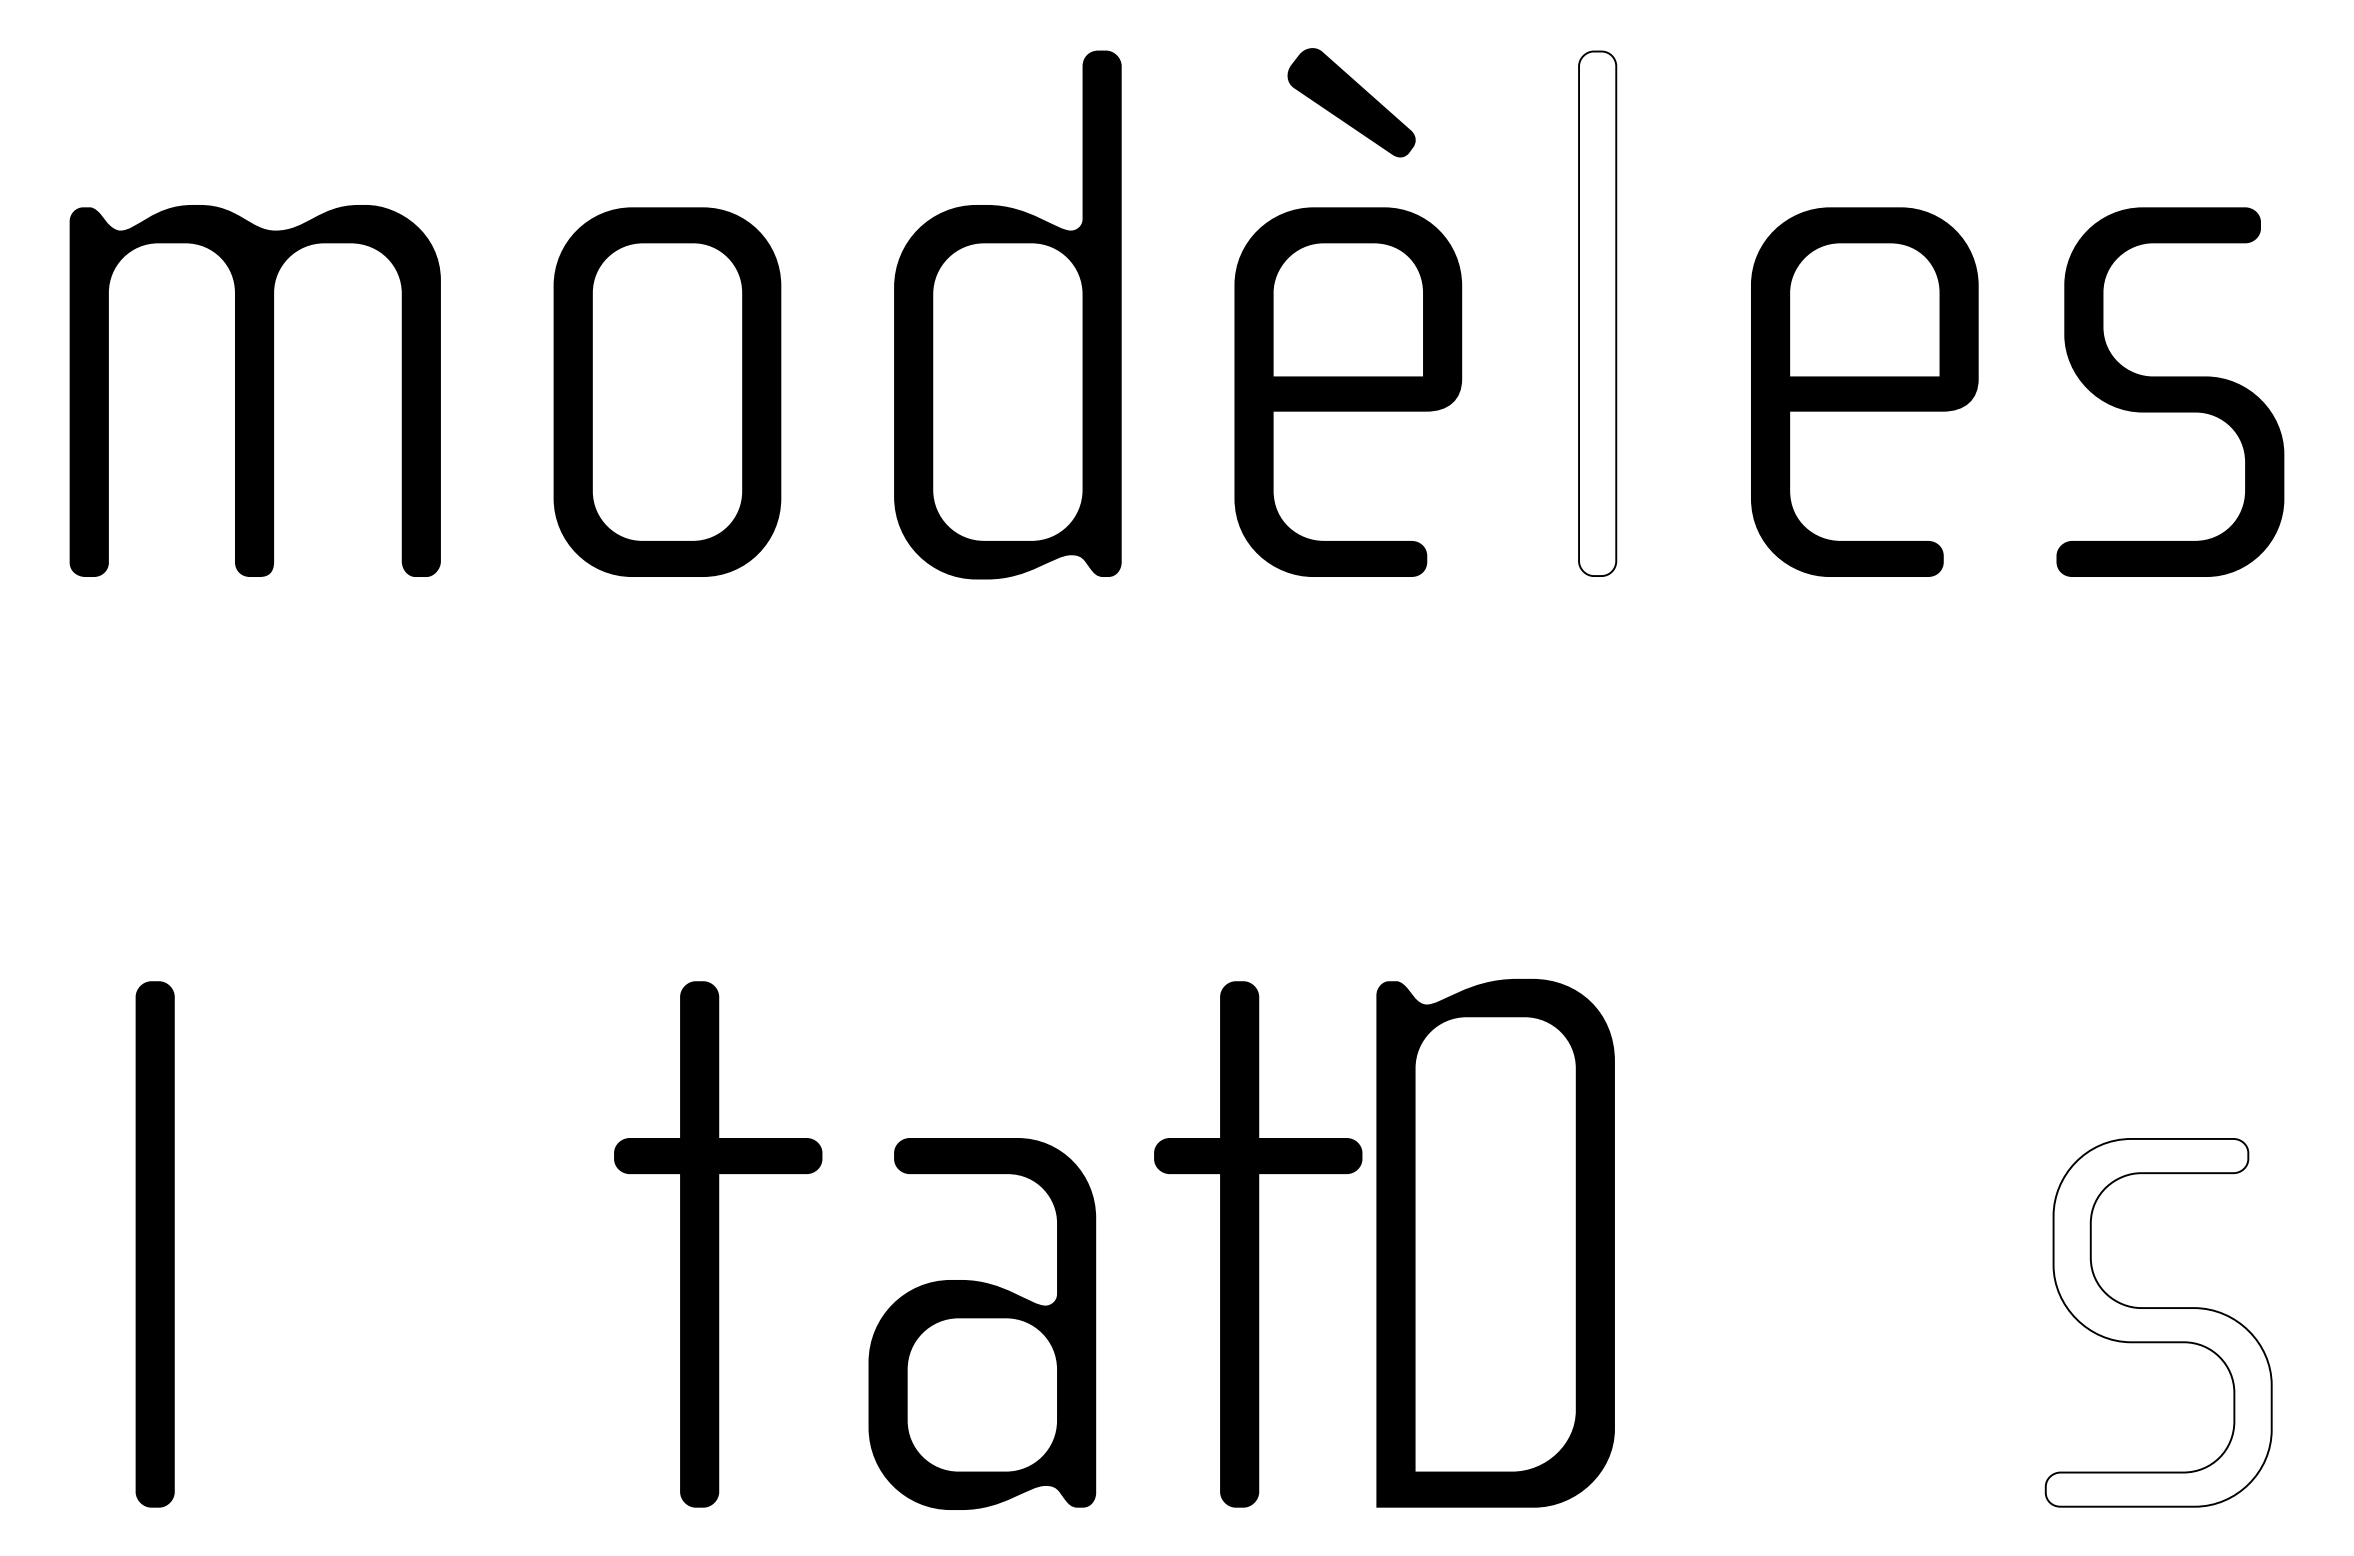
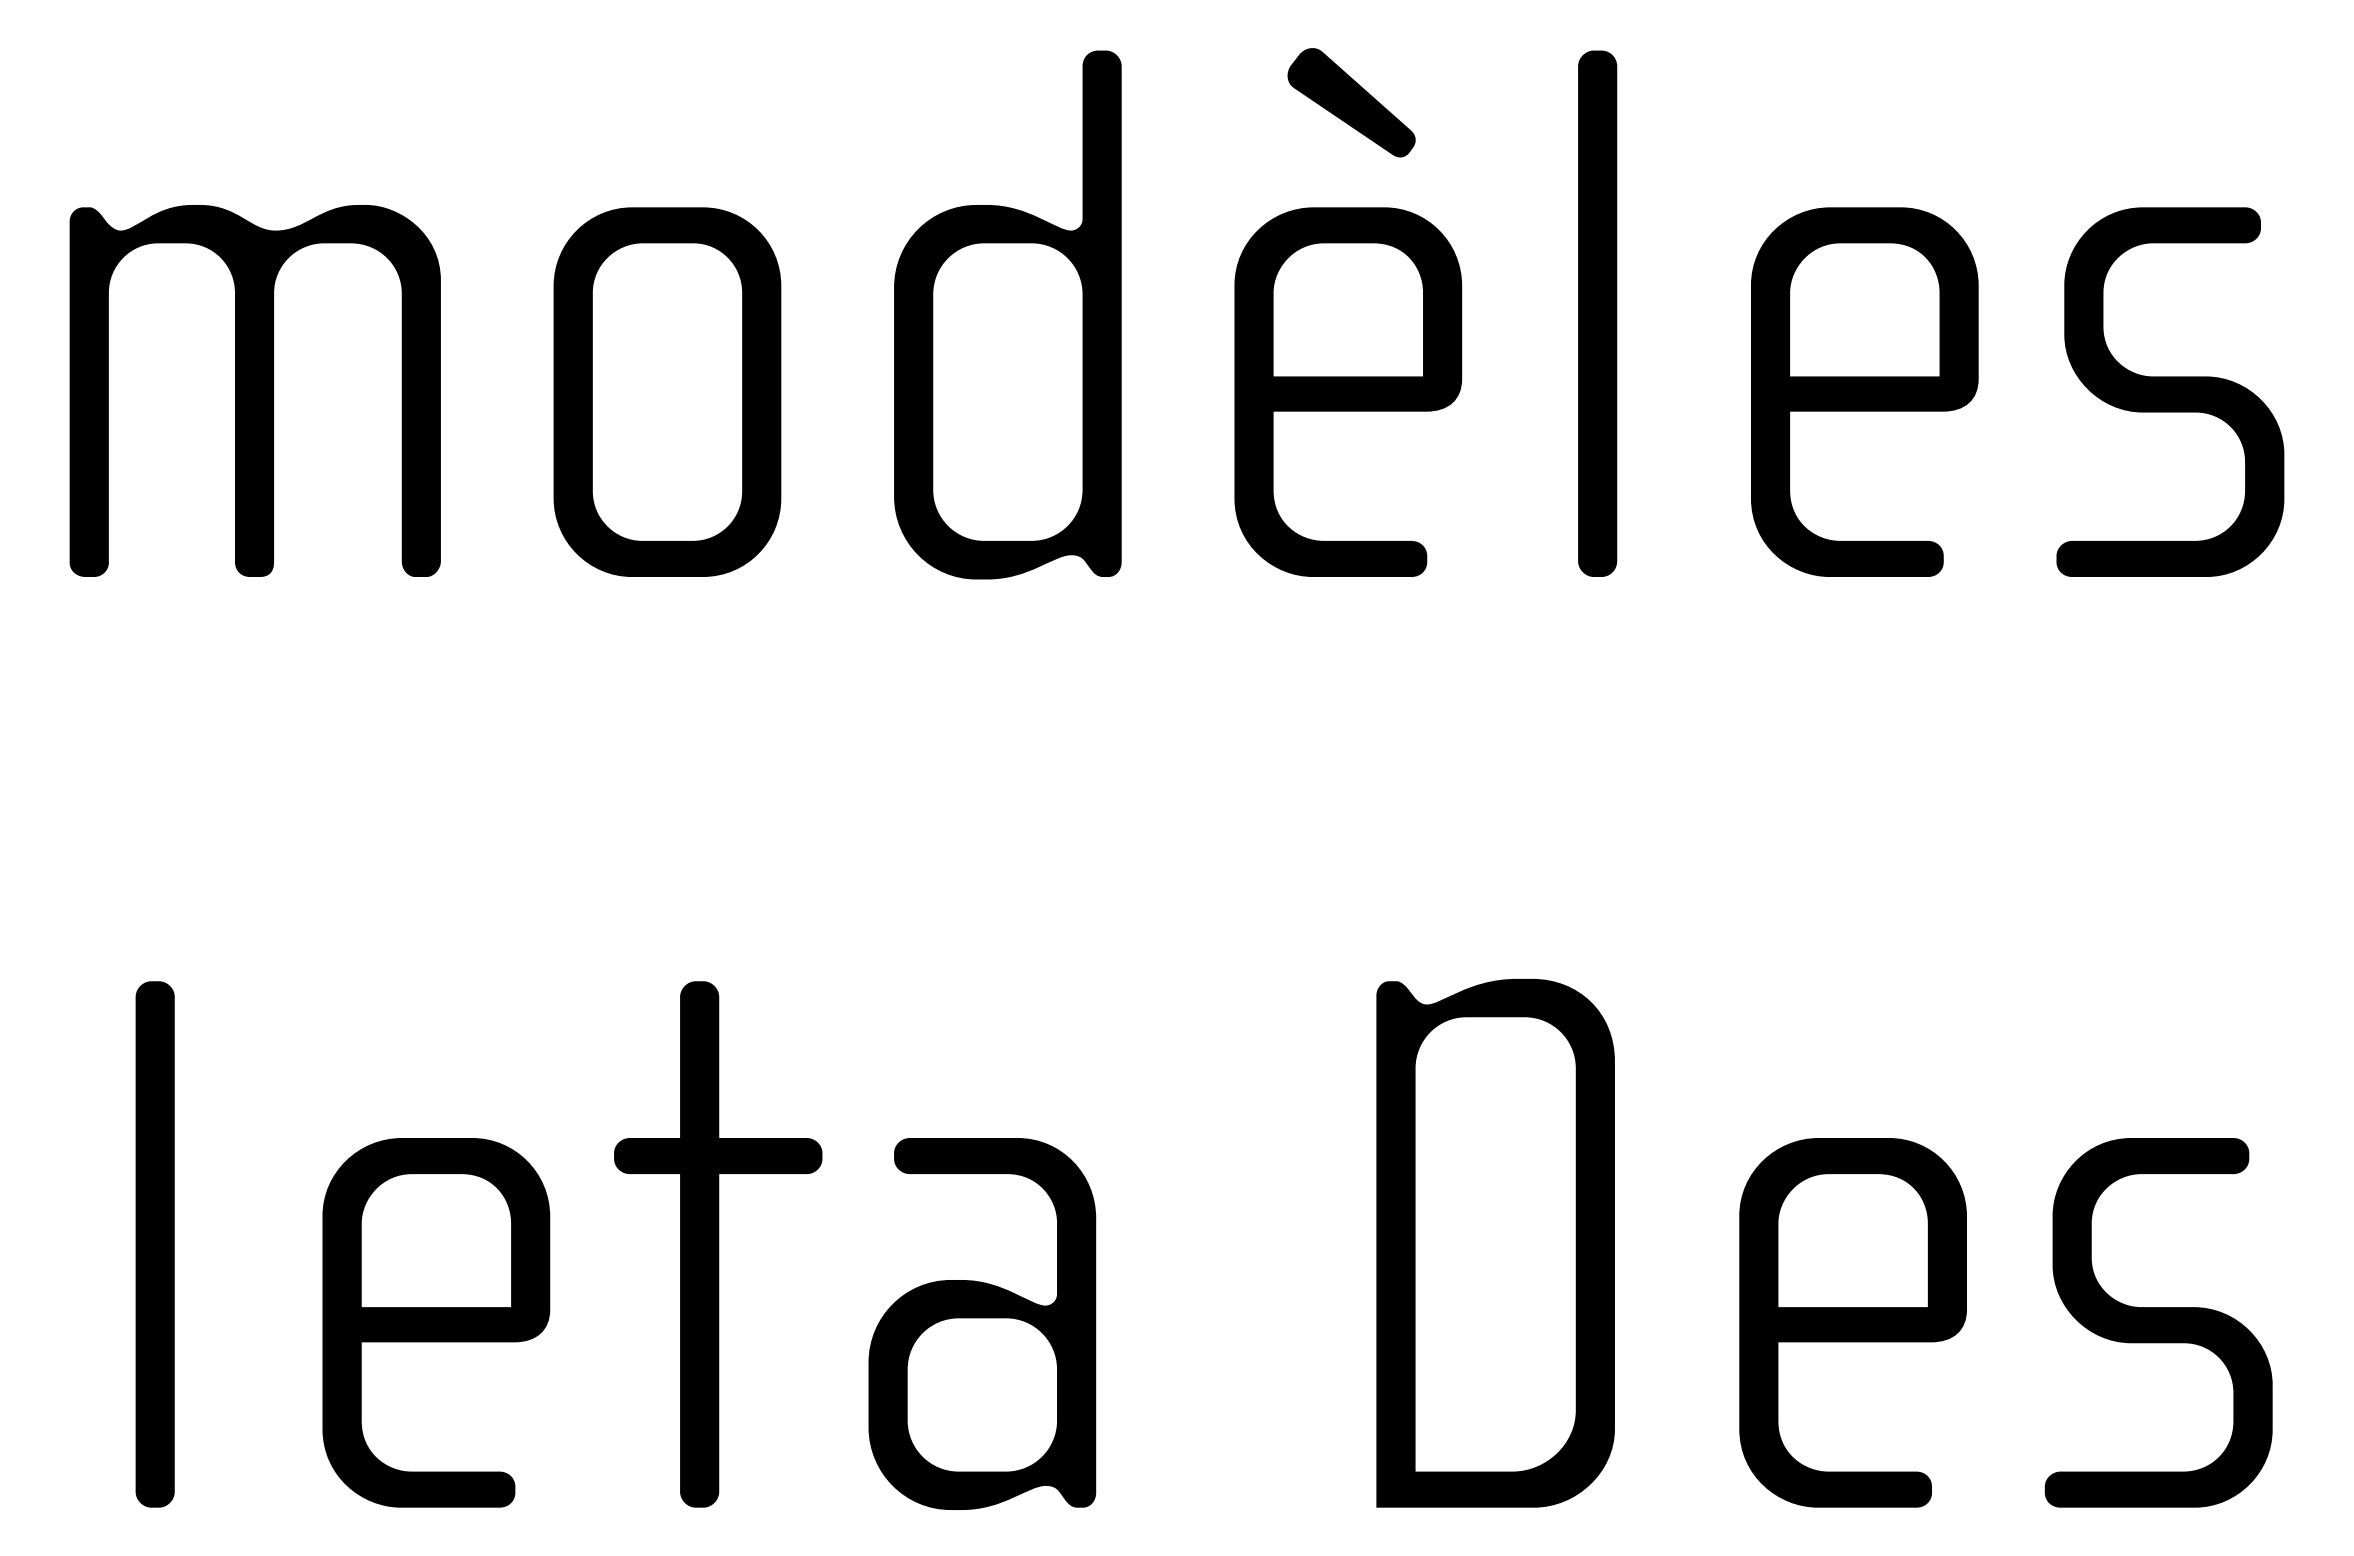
fill at (1597, 313): none -> present
part at (1258, 1244): present -> none
part at (436, 1322): none -> present
part at (1852, 1322): none -> present
fill at (2158, 1322): none -> present
